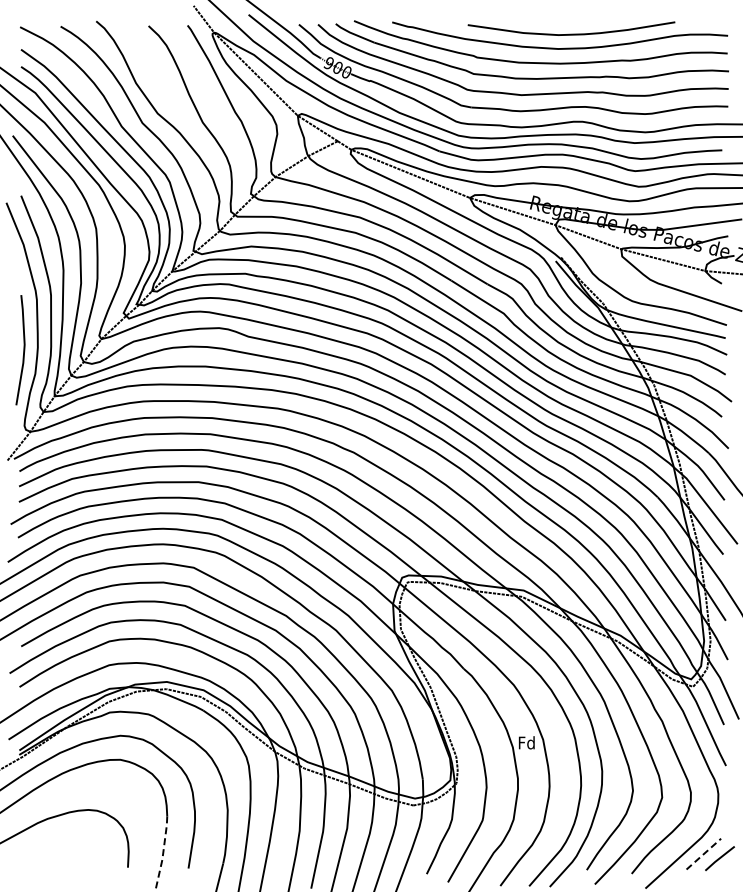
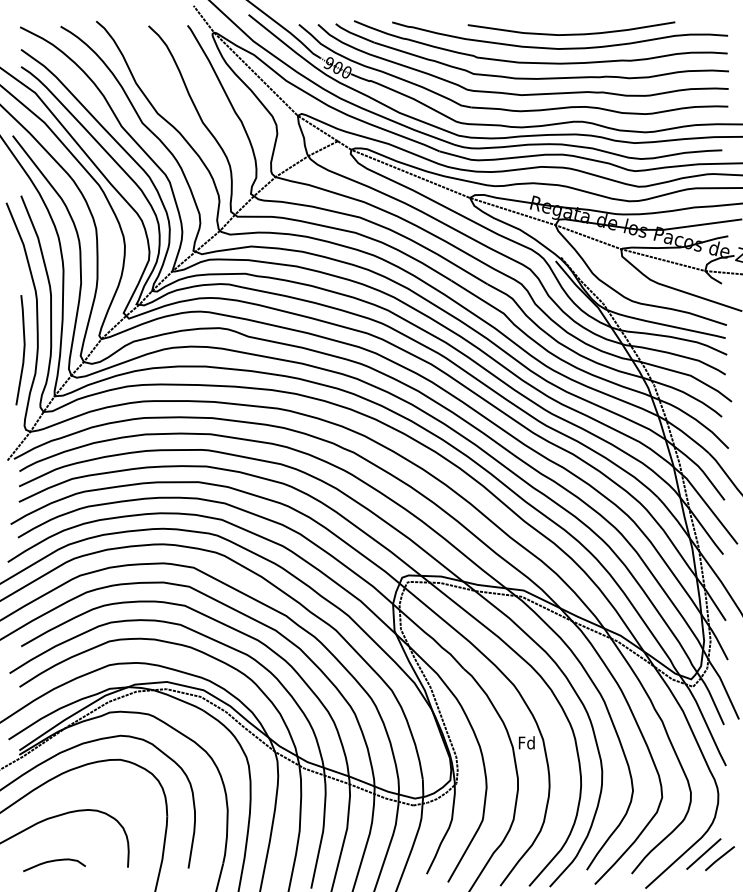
line at (163, 853): dashed -> solid
line at (704, 853): dashed -> solid
curve at (54, 861): none -> present
